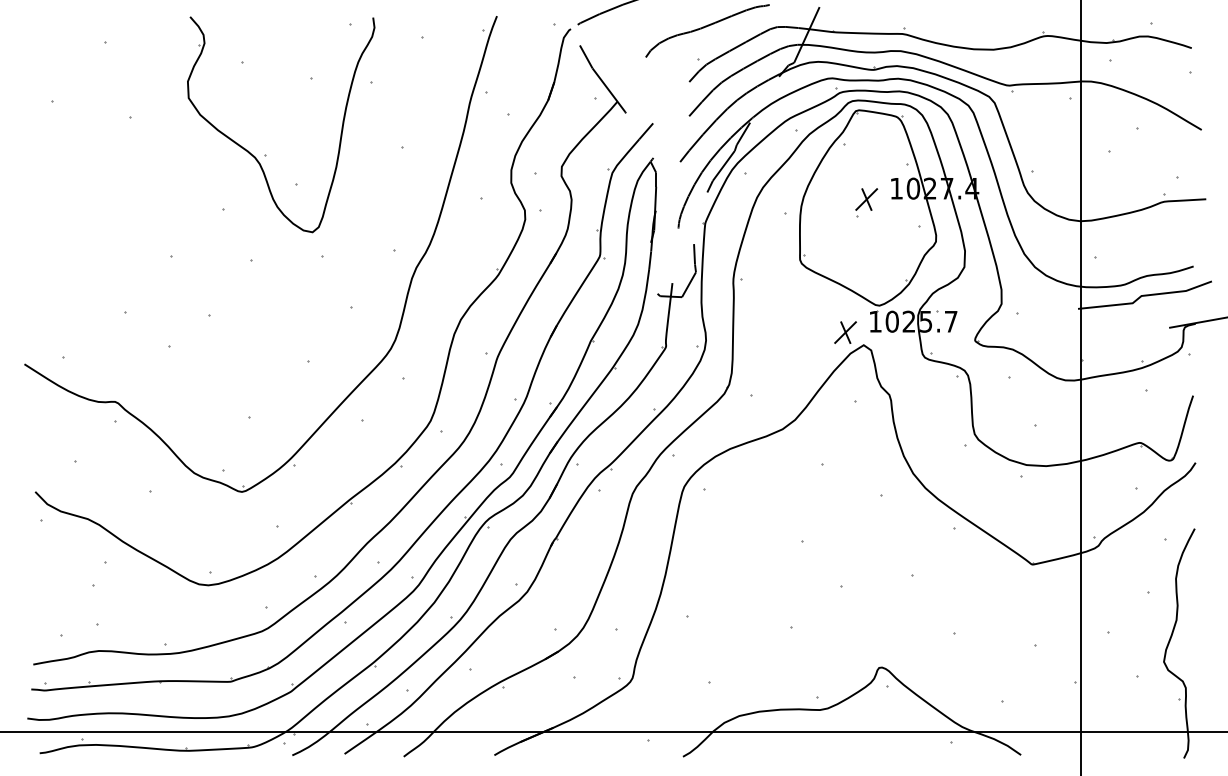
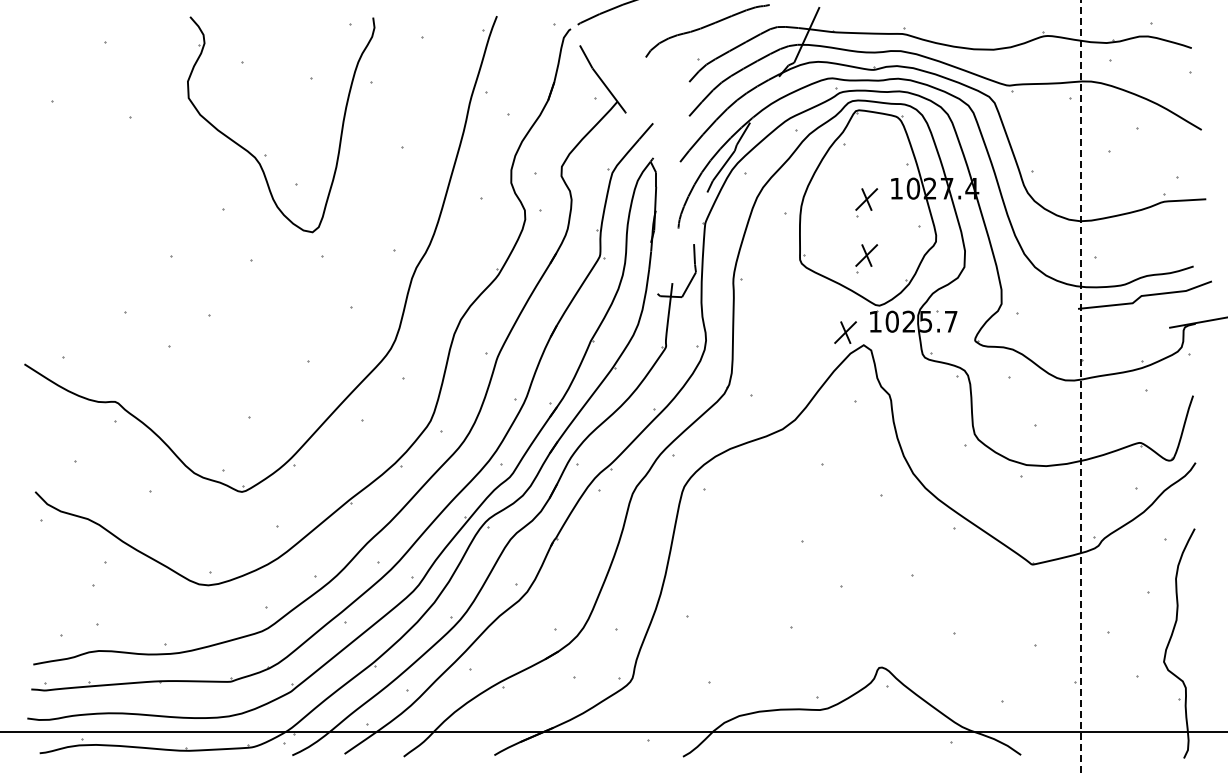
part at (866, 258): none -> present
line at (1081, 387): solid -> dashed
